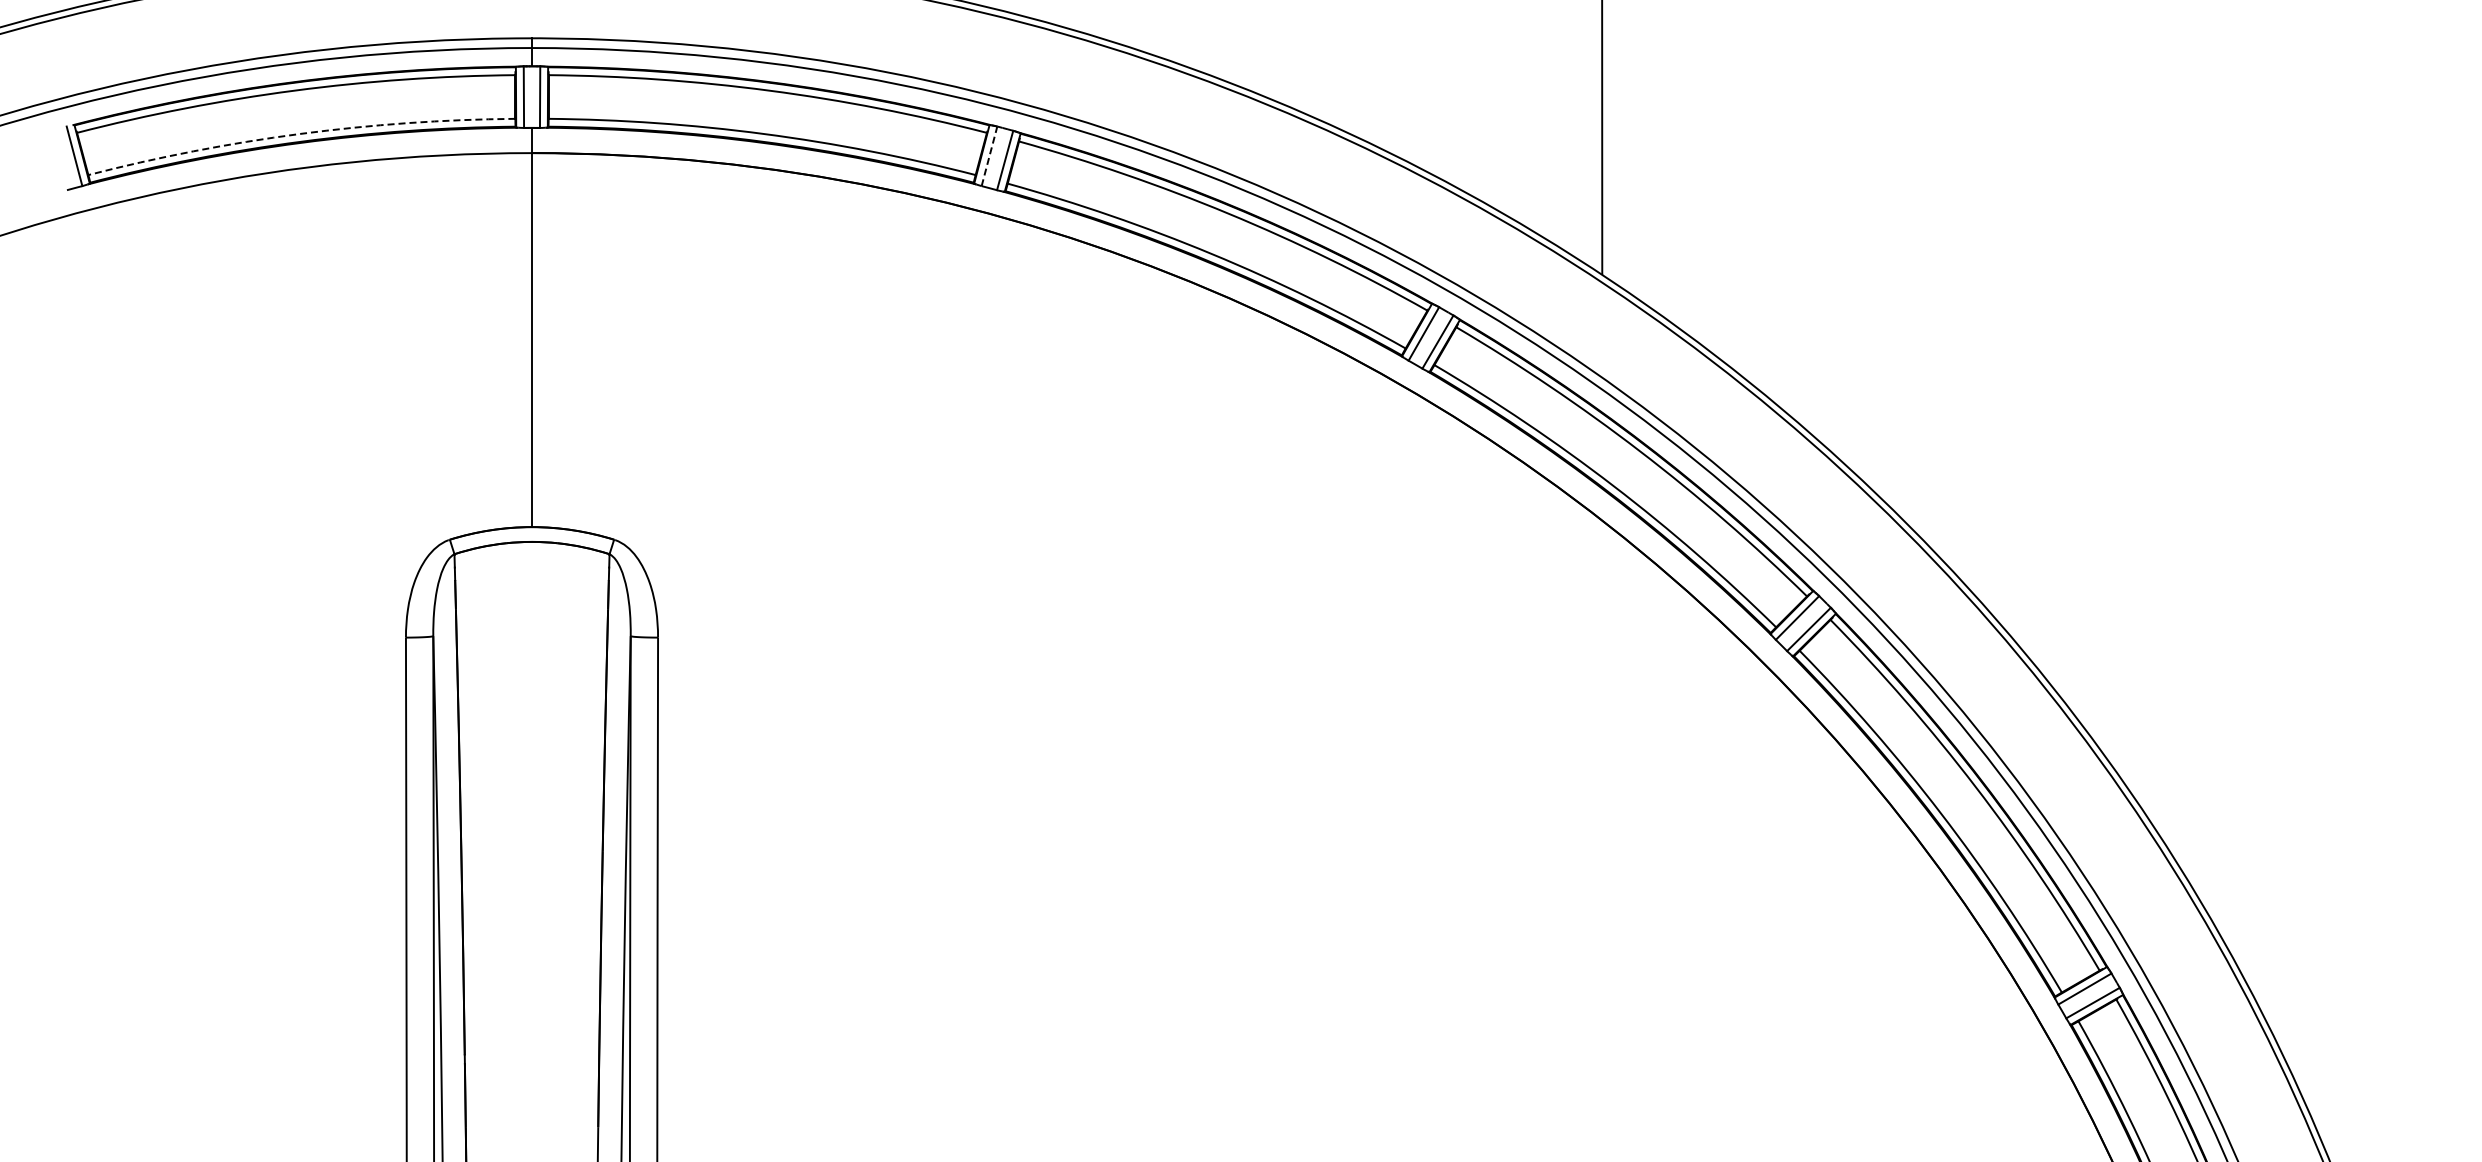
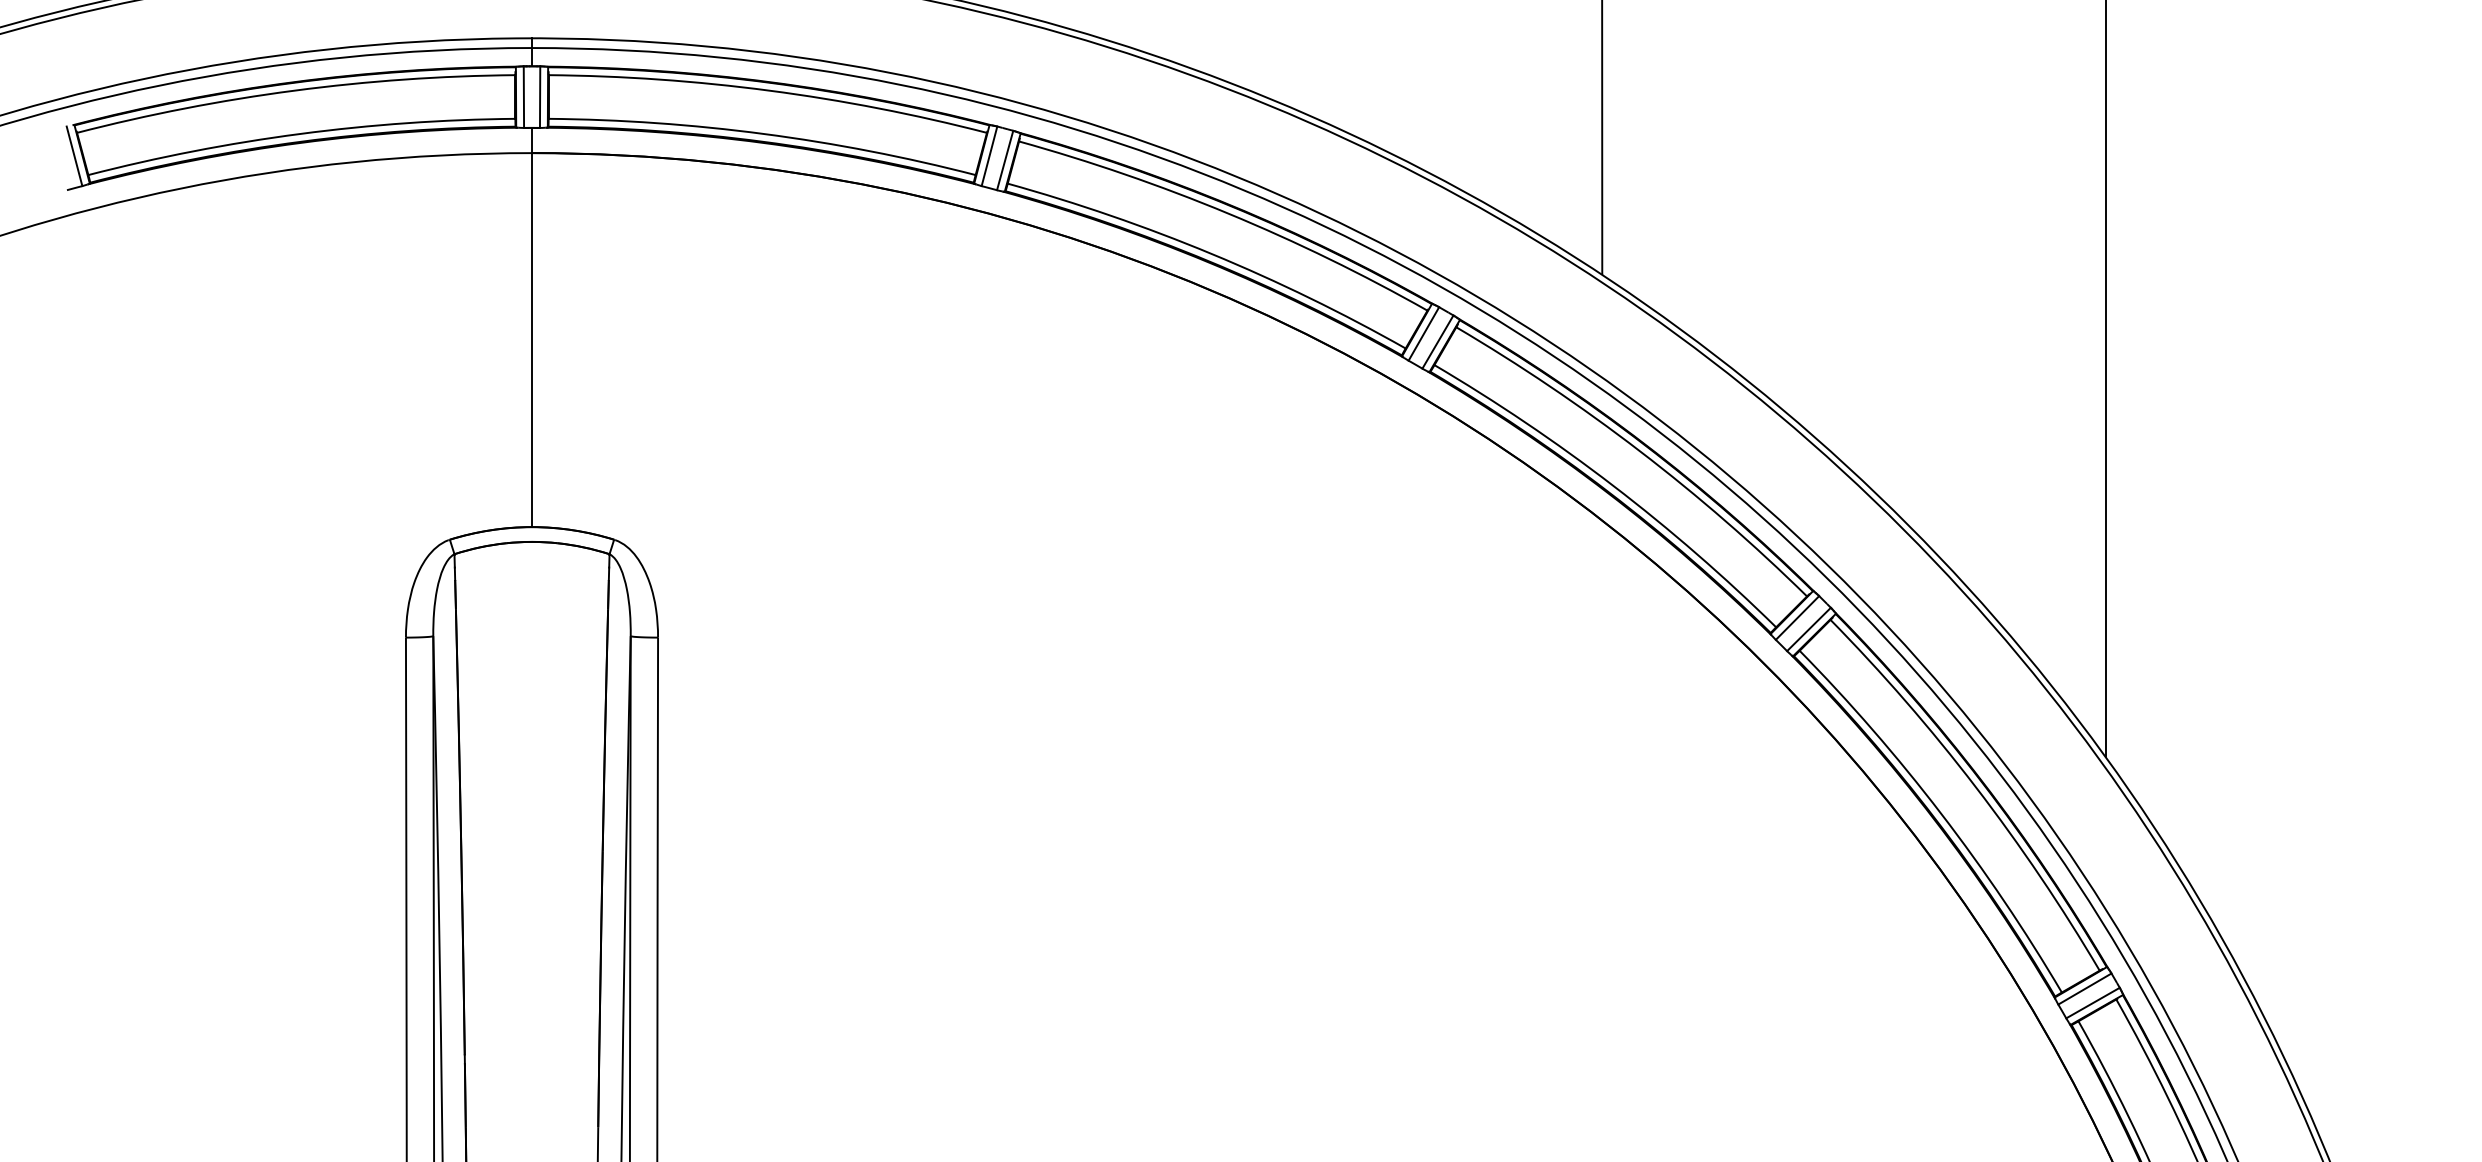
arc at (300, 133): dashed -> solid
line at (989, 156): dashed -> solid
line at (2105, 379): none -> present
